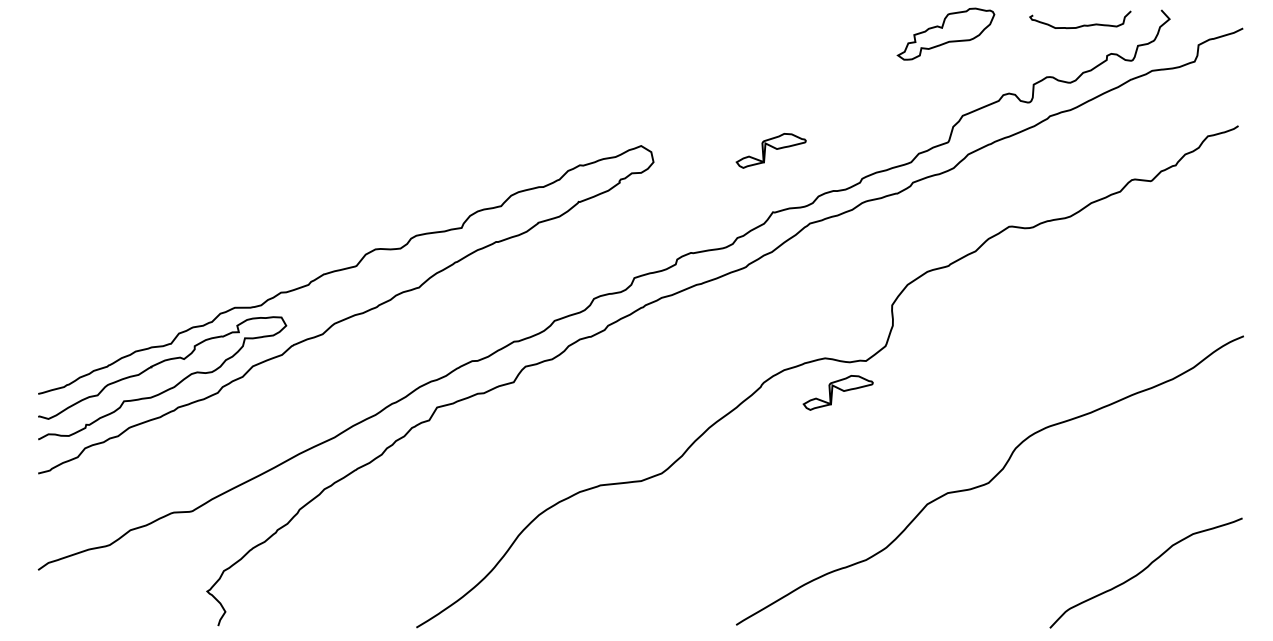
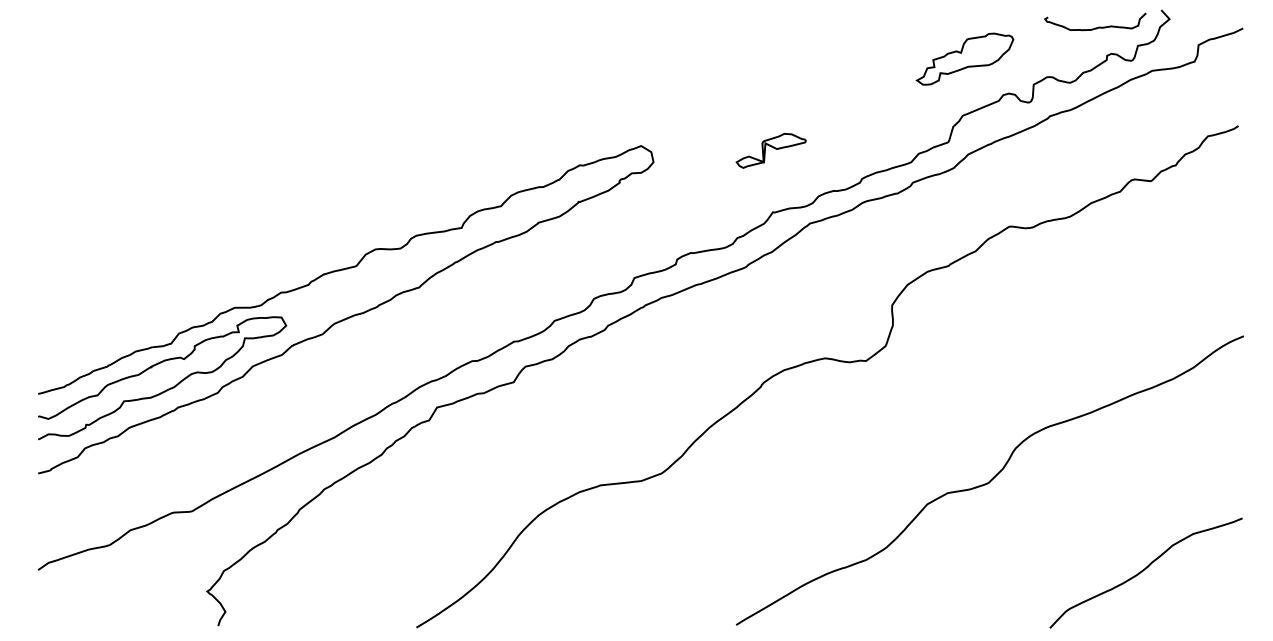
curve at (1083, 24) position: (1083, 24) -> (1098, 26)
part at (945, 33) position: (945, 33) -> (964, 58)
part at (837, 392): present -> none
